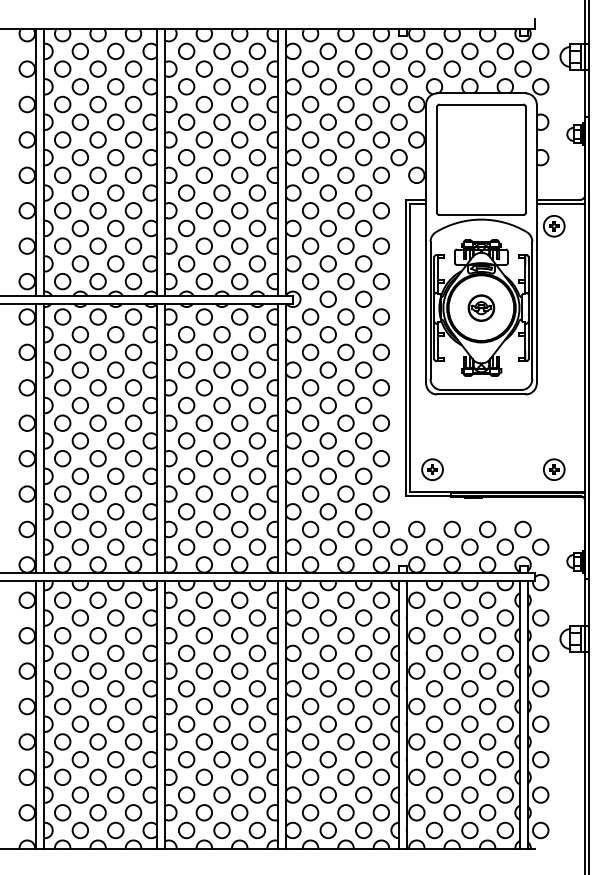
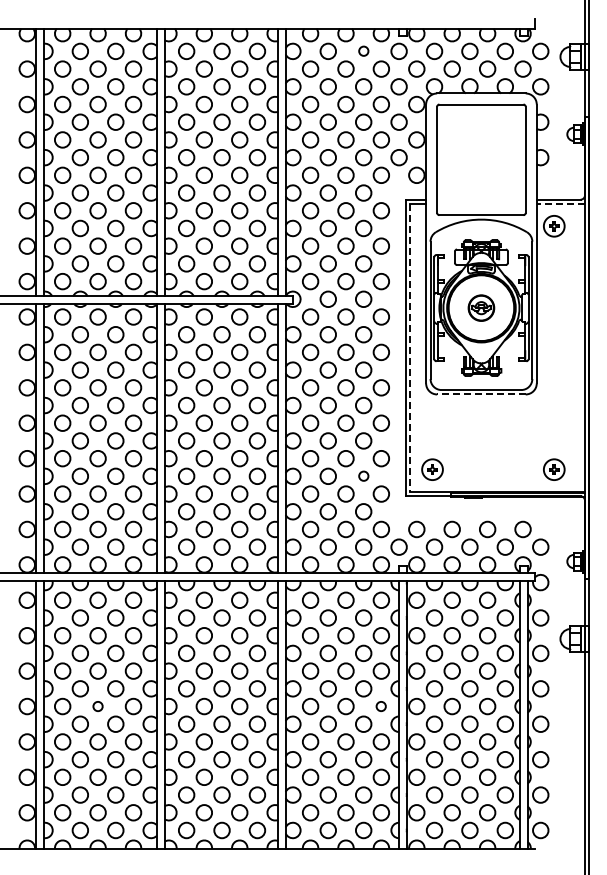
circle at (363, 50) size: 18x18 px -> 12x12 px
line at (560, 204): solid -> dashed
line at (410, 348): solid -> dashed
line at (480, 394): solid -> dashed
circle at (363, 475) size: 18x18 px -> 12x12 px
circle at (97, 706) size: 18x19 px -> 12x11 px
circle at (380, 706) size: 18x19 px -> 12x11 px
